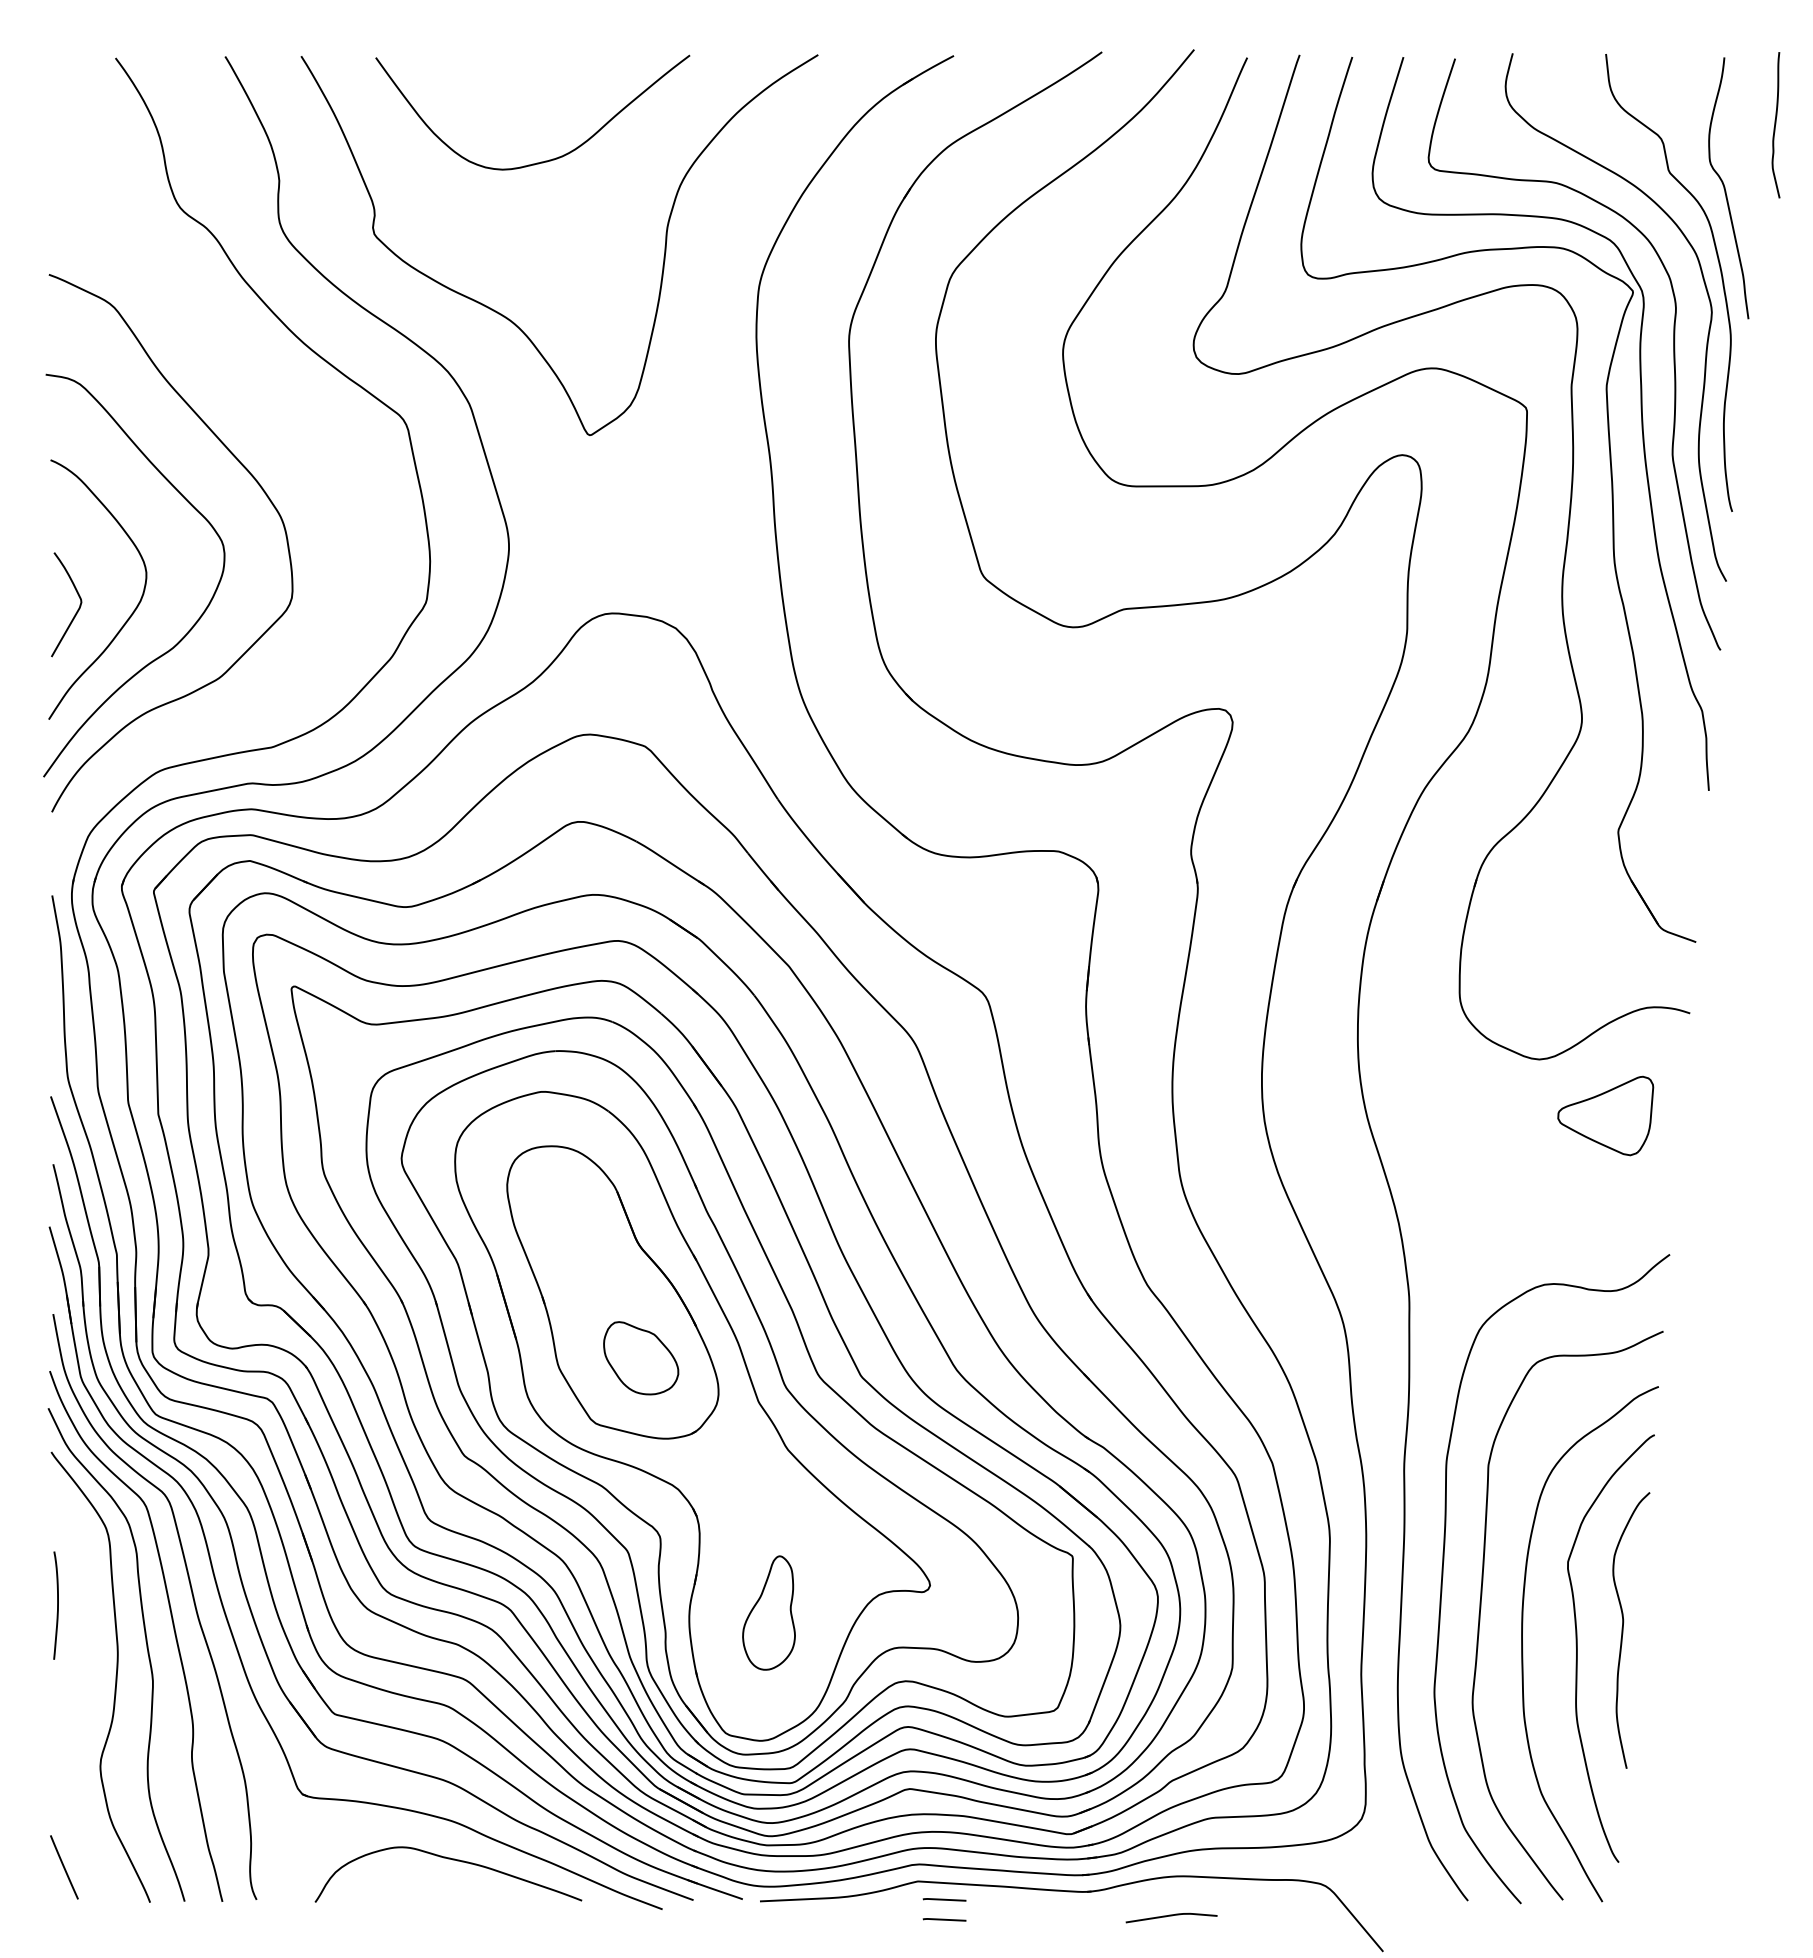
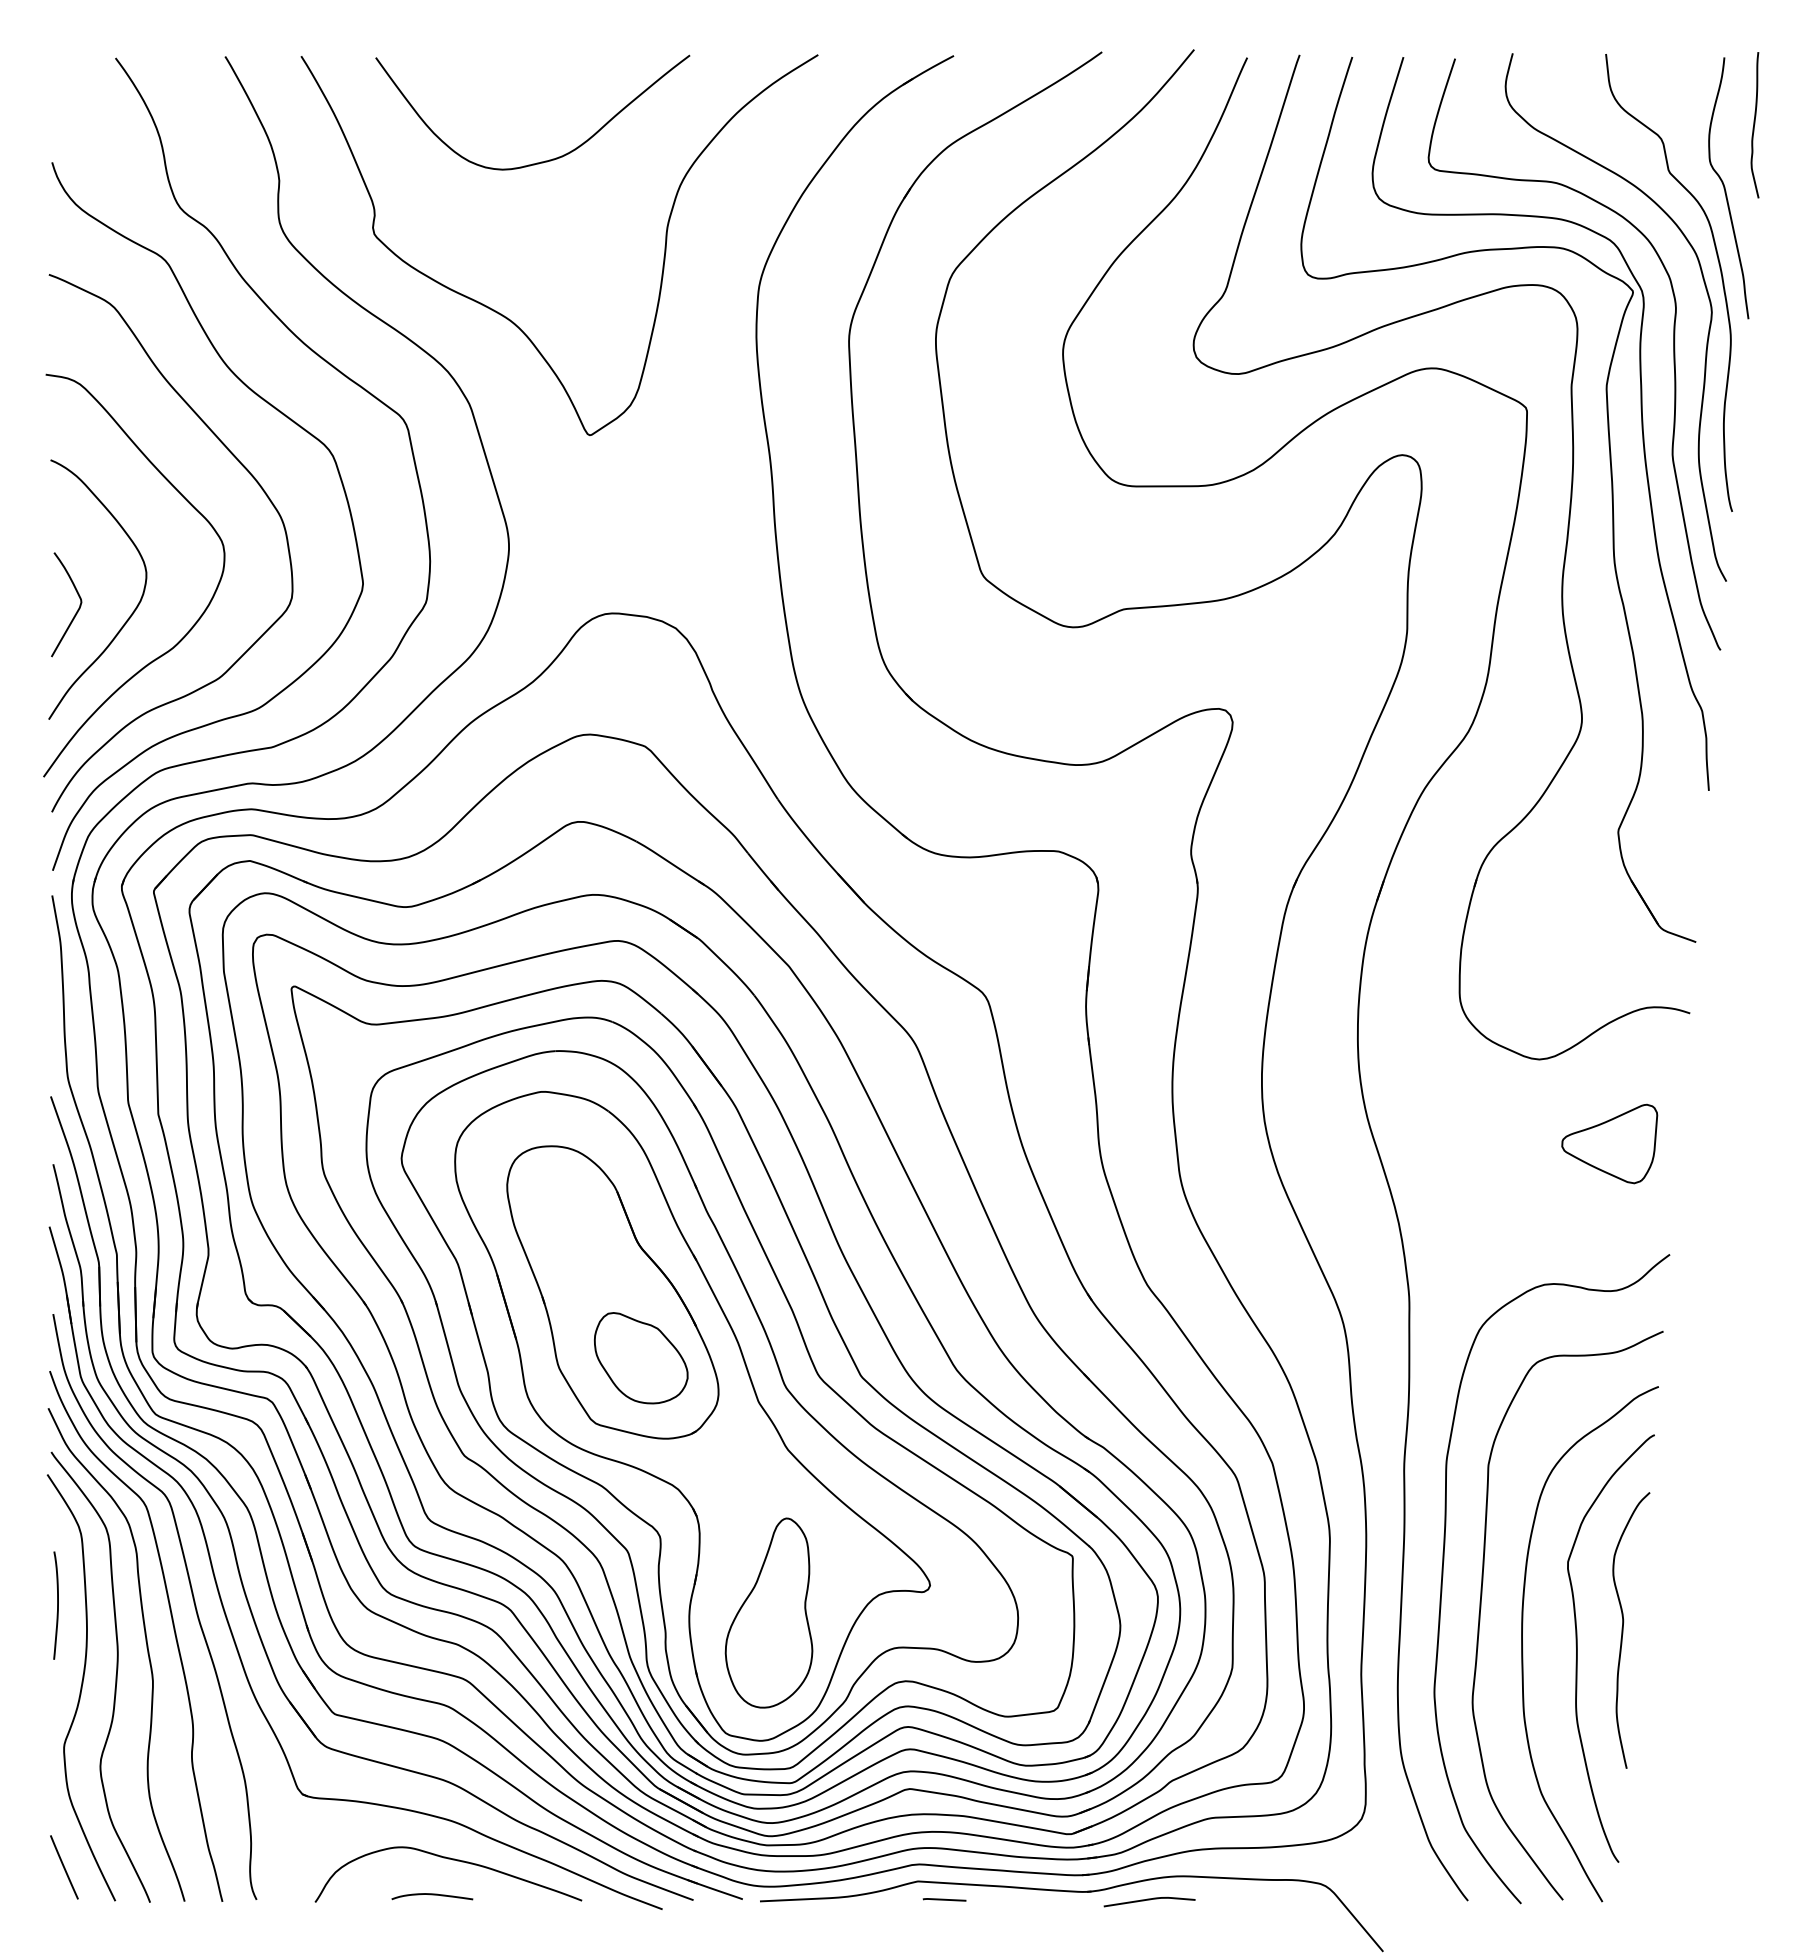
curve at (1775, 125) position: (1775, 125) -> (1754, 125)
curve at (280, 413): none -> present
part at (1605, 1115) position: (1605, 1115) -> (1609, 1143)
part at (641, 1358) size: 77x75 px -> 96x93 px
part at (768, 1612) size: 54x116 px -> 90x192 px
curve at (81, 1687): none -> present
curve at (432, 1895): none -> present
curve at (1171, 1916) position: (1171, 1916) -> (1149, 1900)
line at (944, 1919): present -> none
